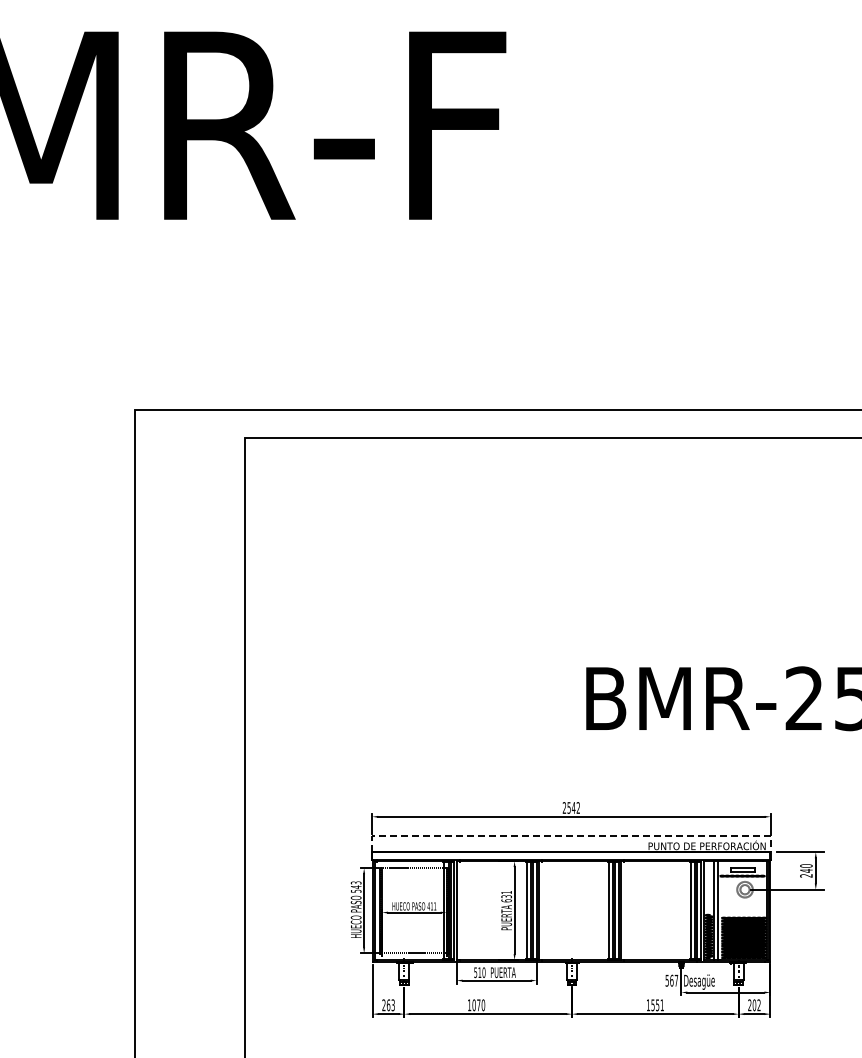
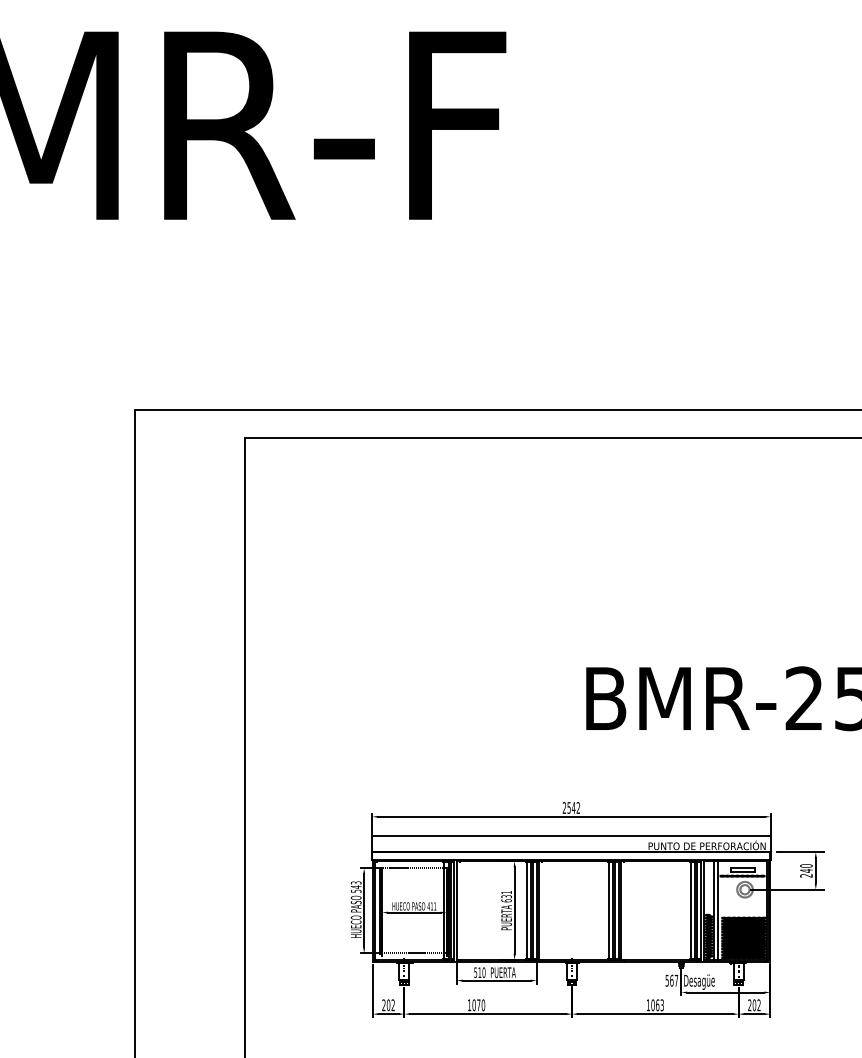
line at (571, 836): dashed -> solid
text at (390, 1005): 263 -> 202
text at (657, 1005): 1551 -> 1063
